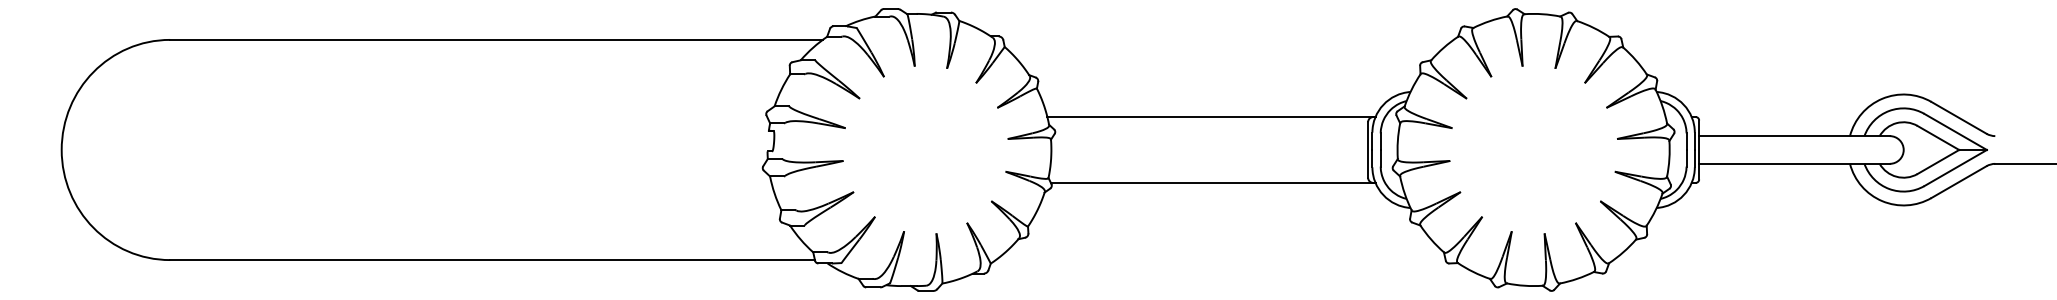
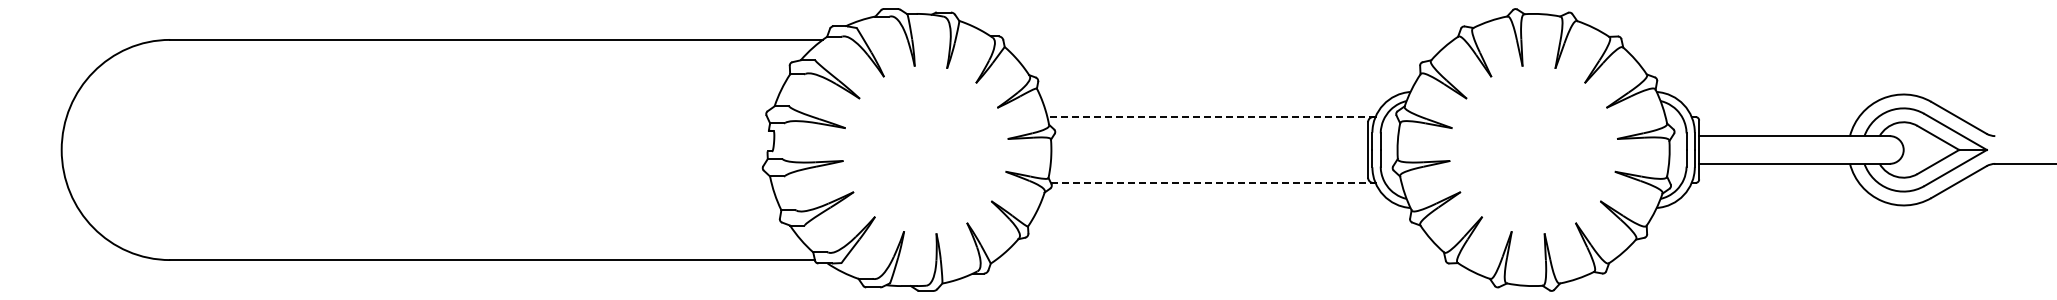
line at (1210, 116): solid -> dashed
line at (1213, 183): solid -> dashed
